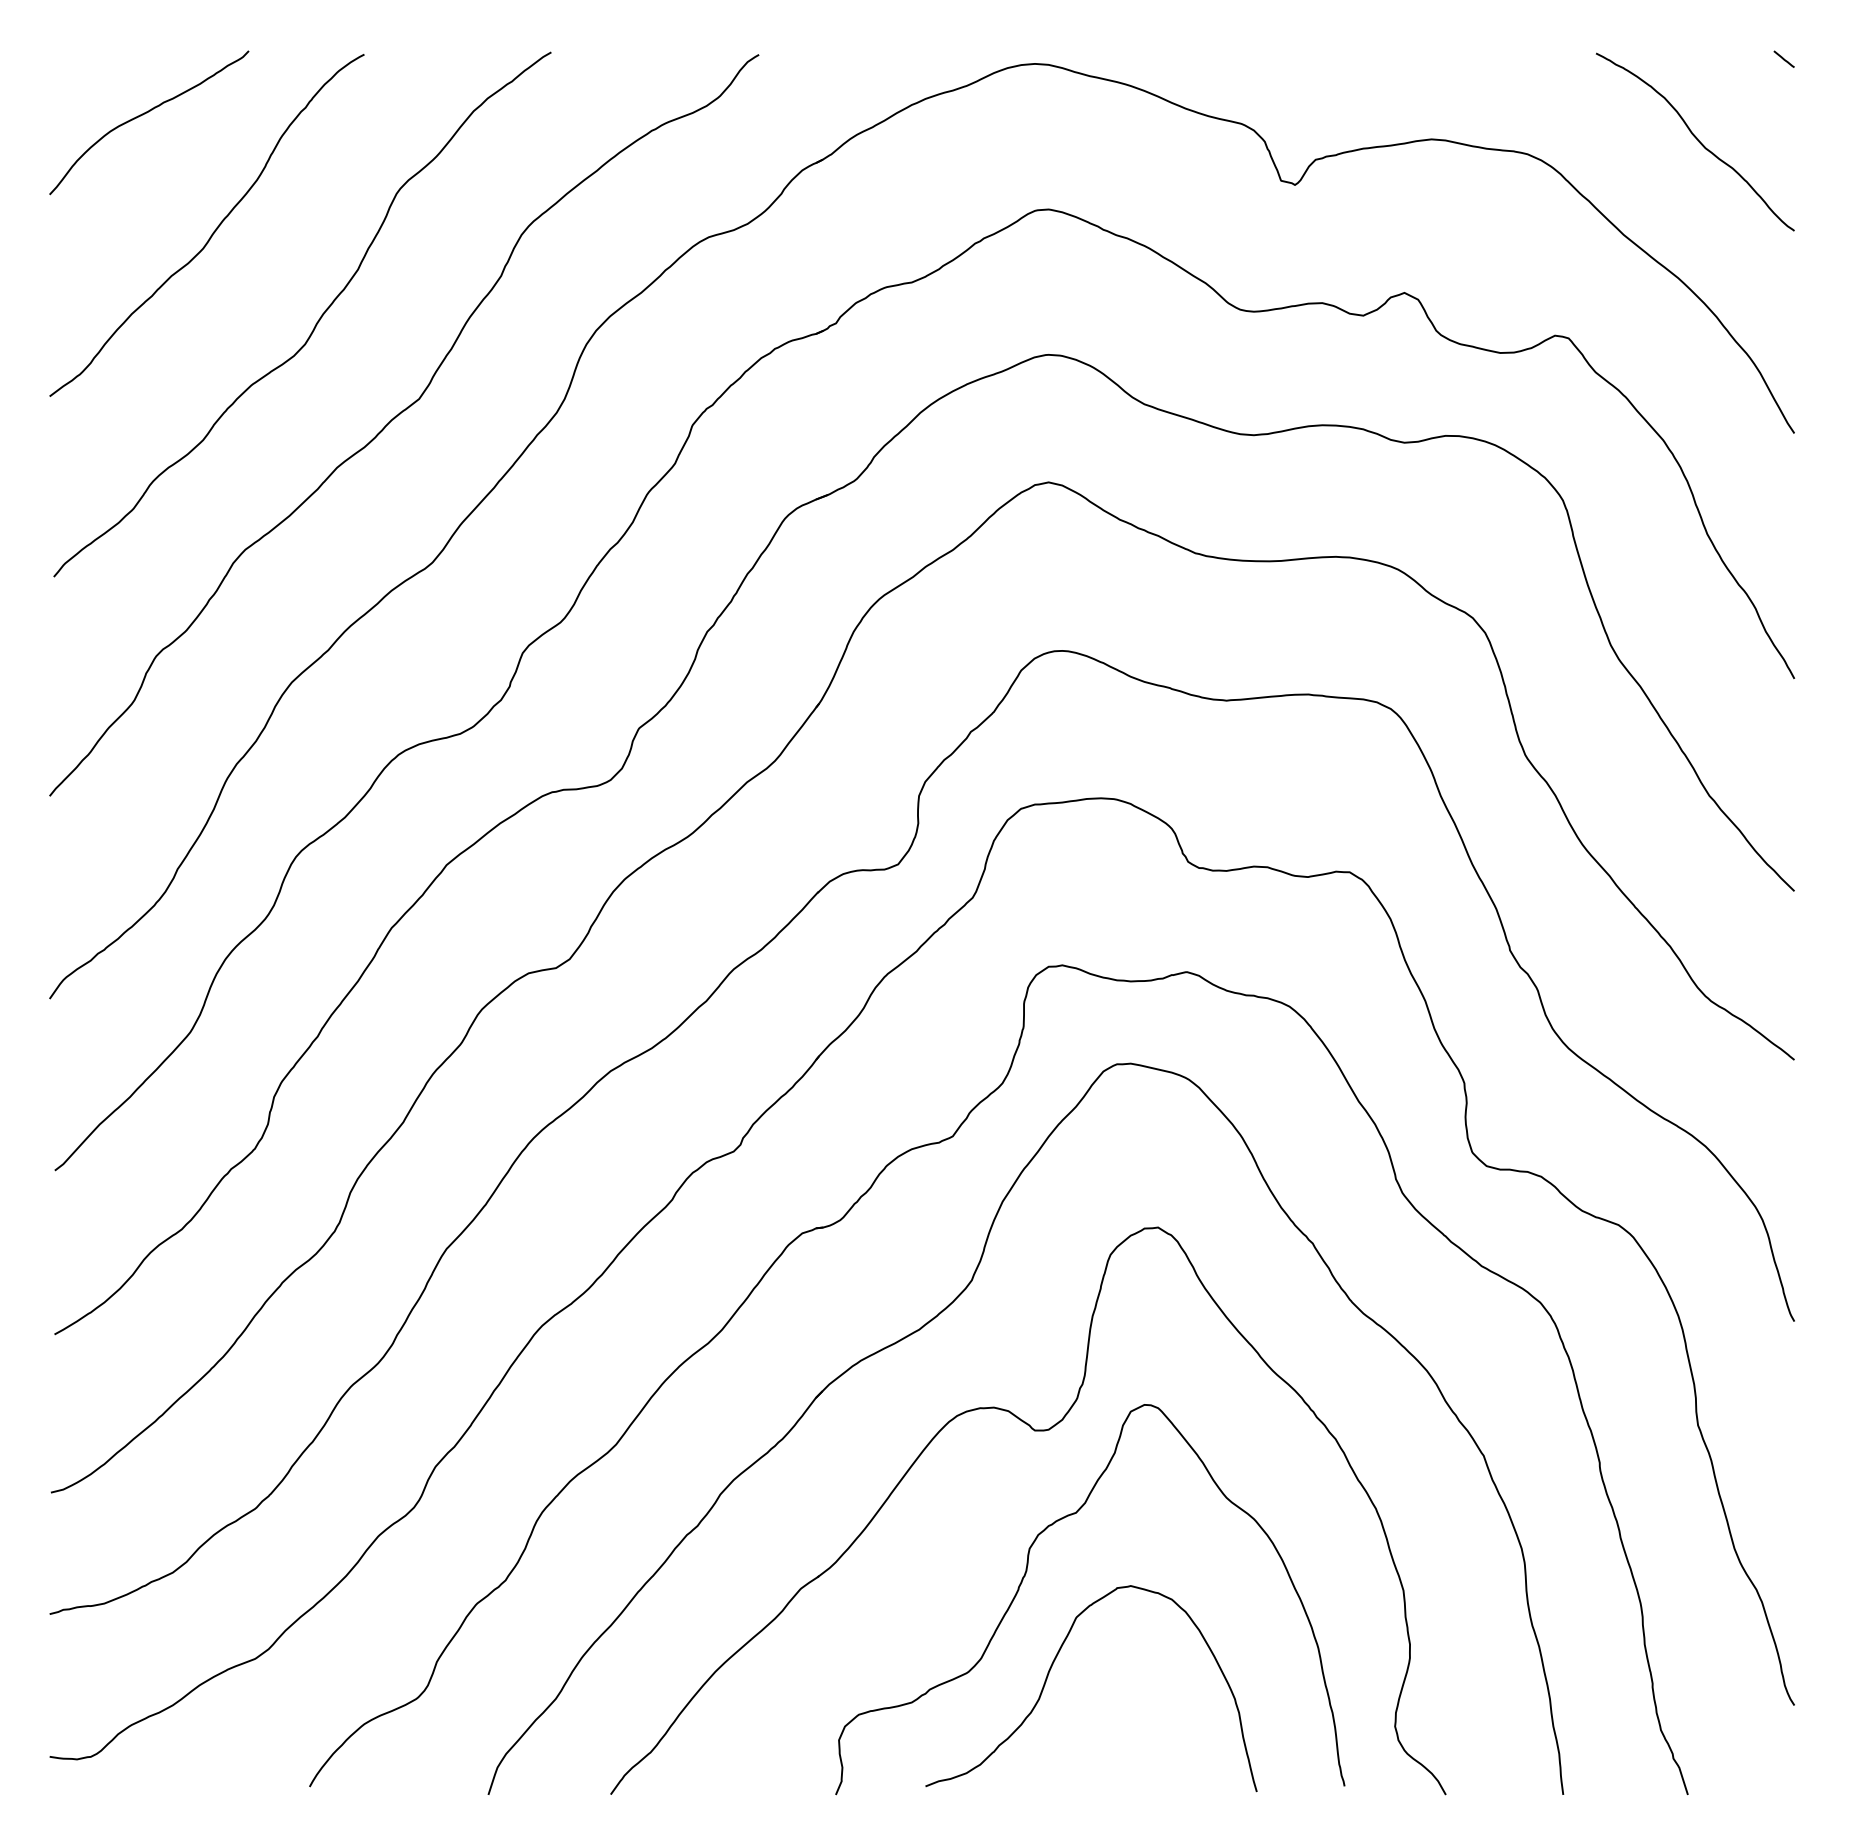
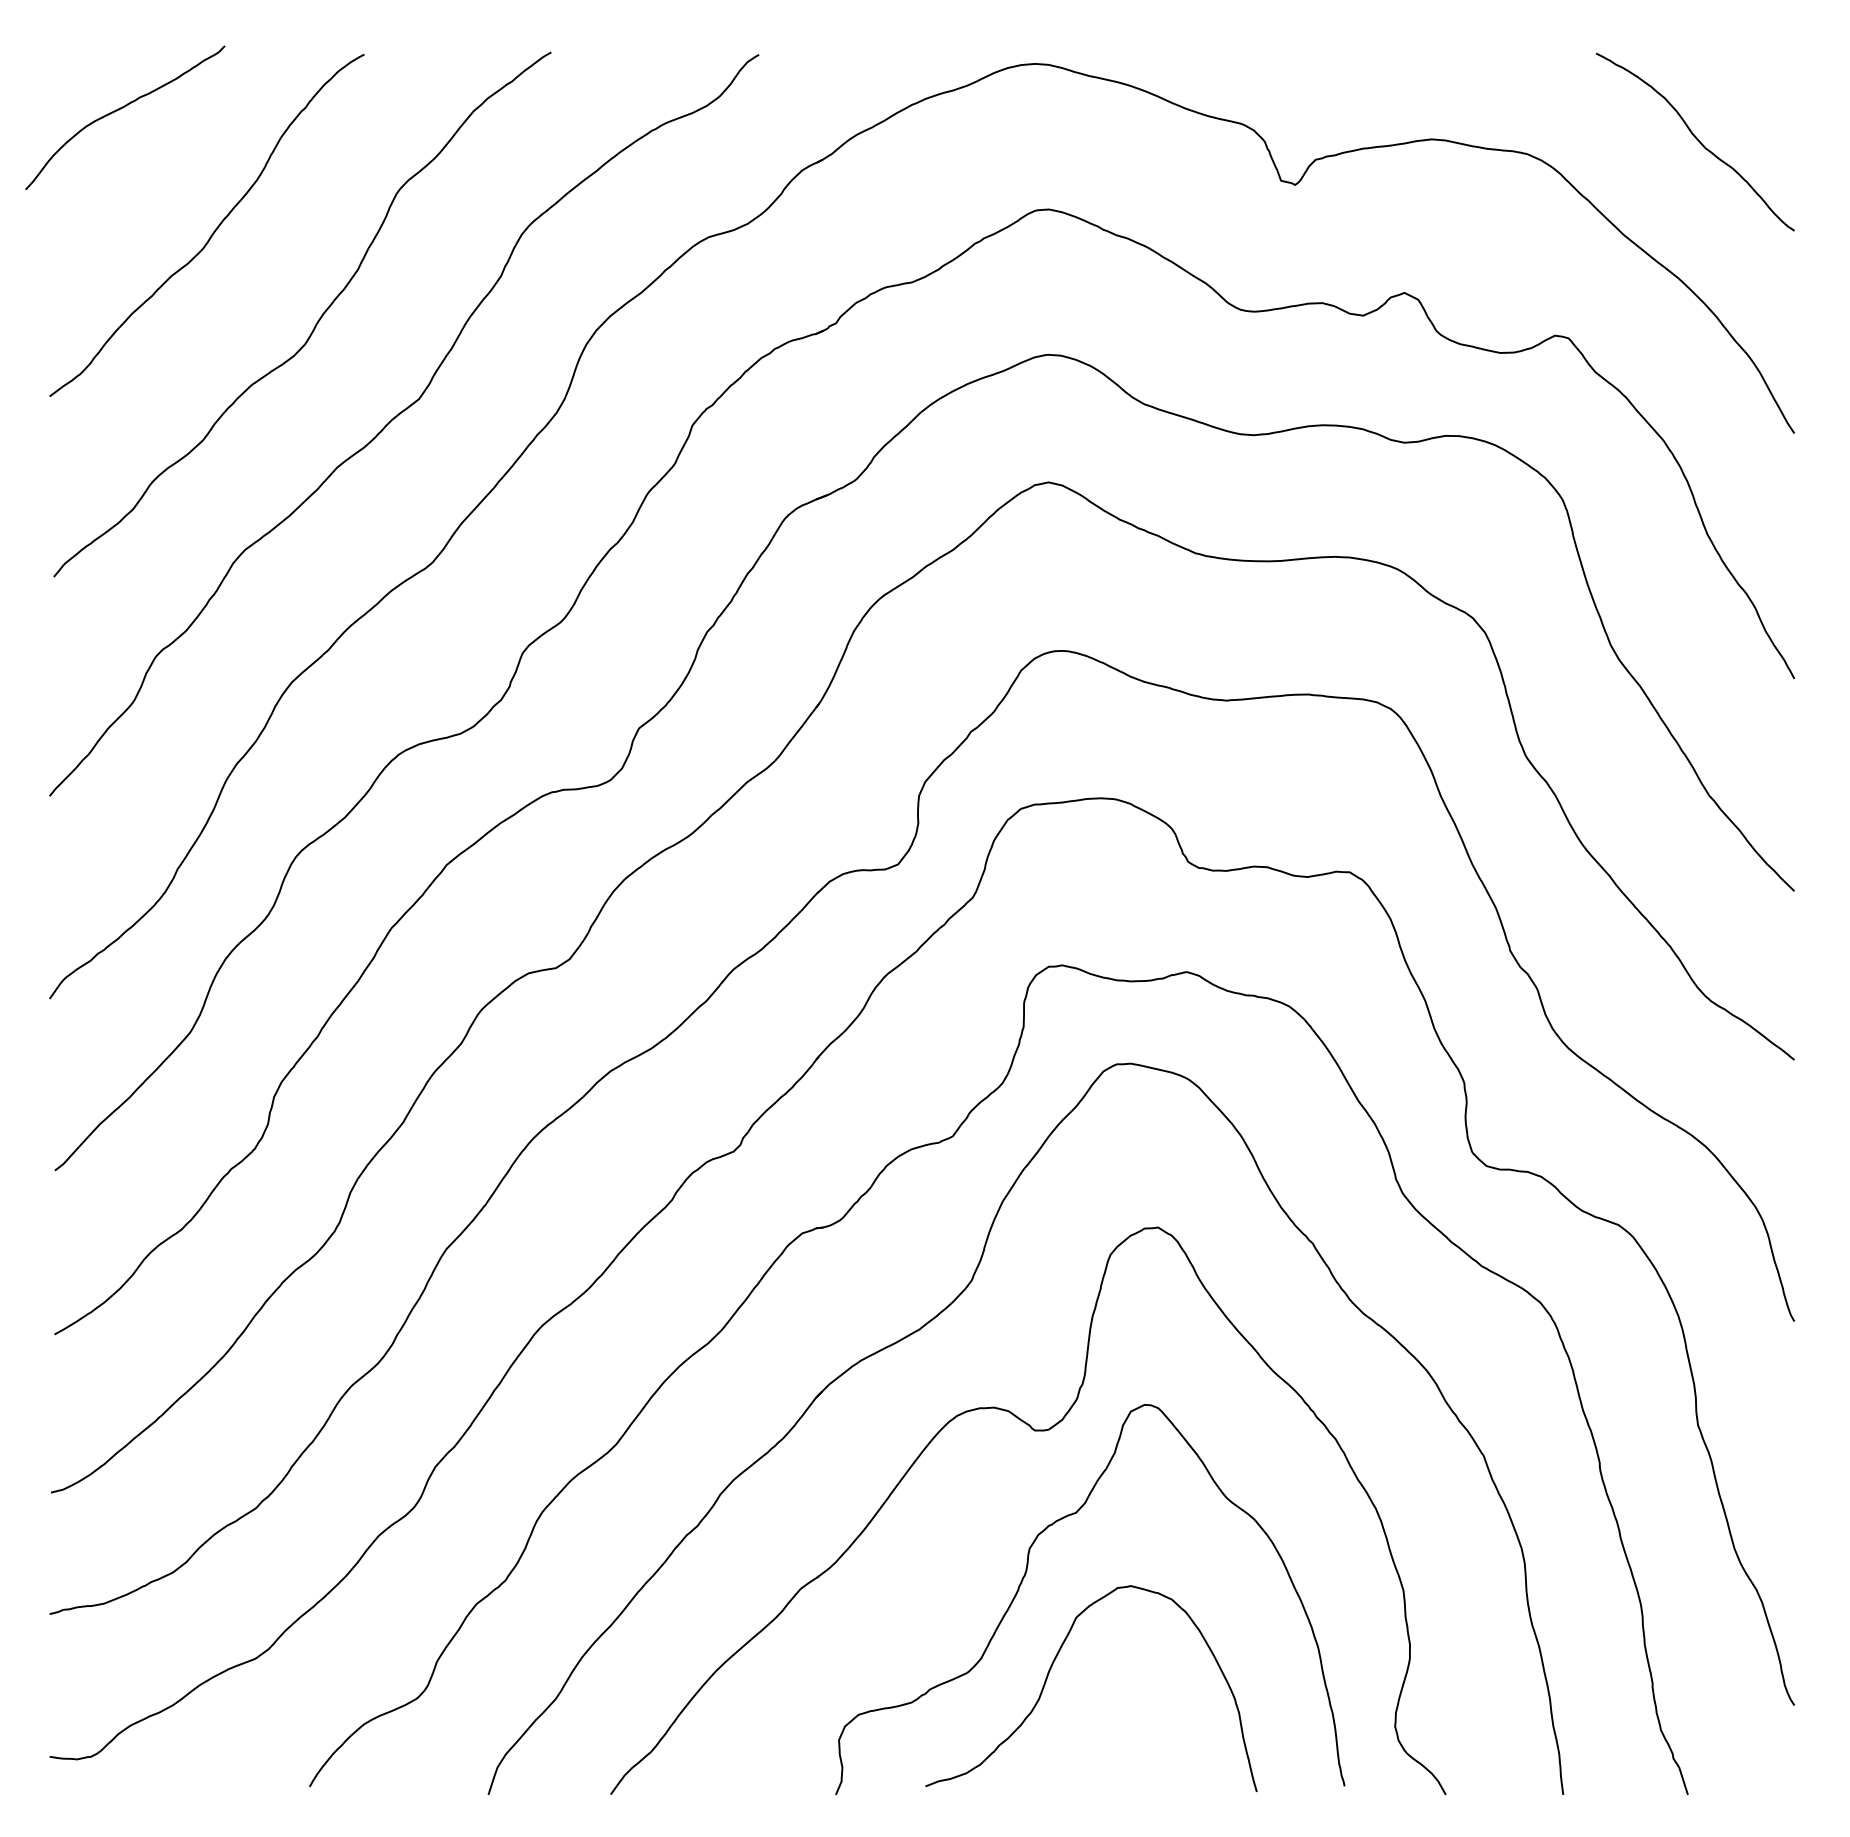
line at (1783, 58): present -> none
curve at (145, 114) position: (145, 114) -> (121, 109)
